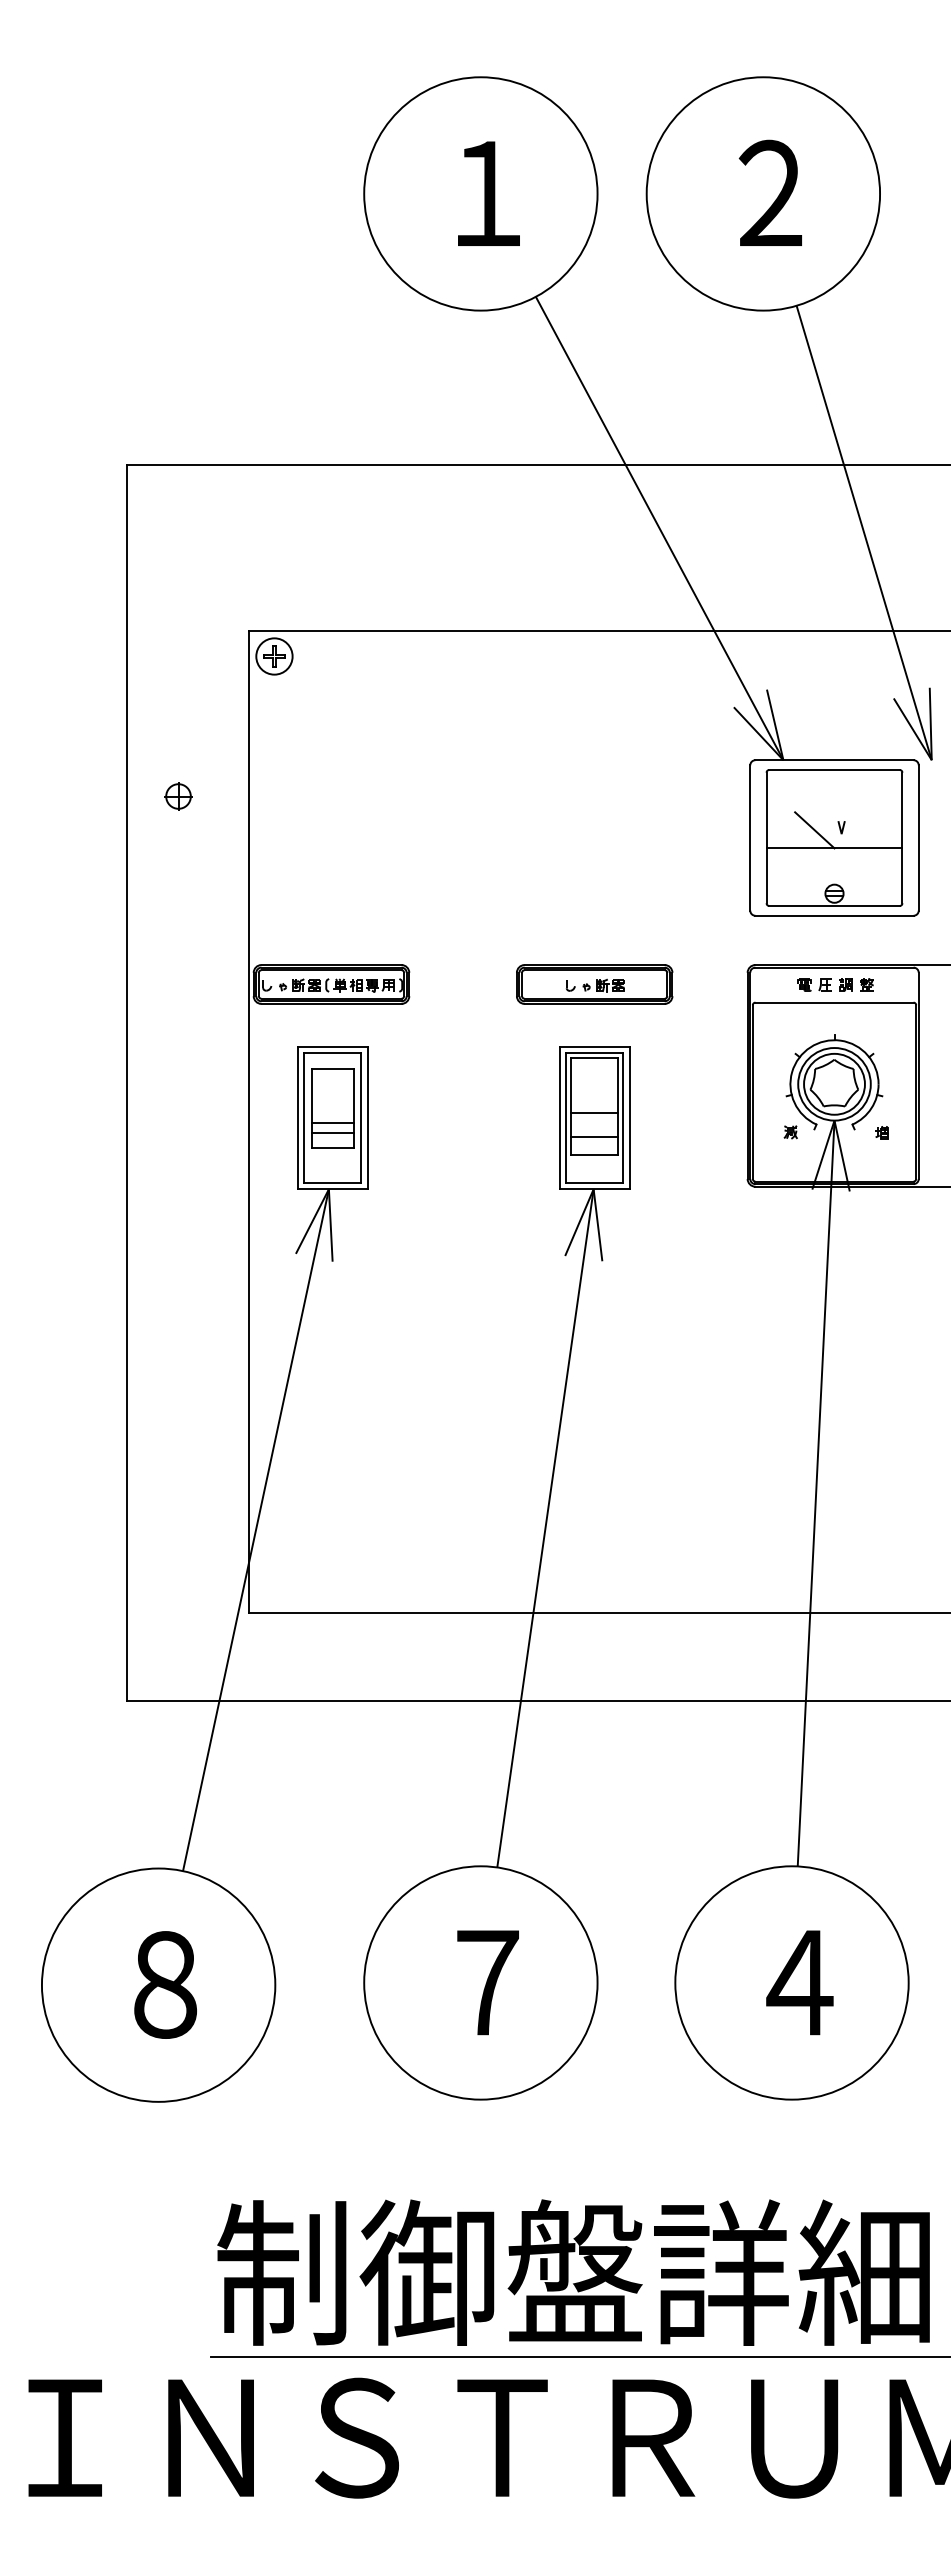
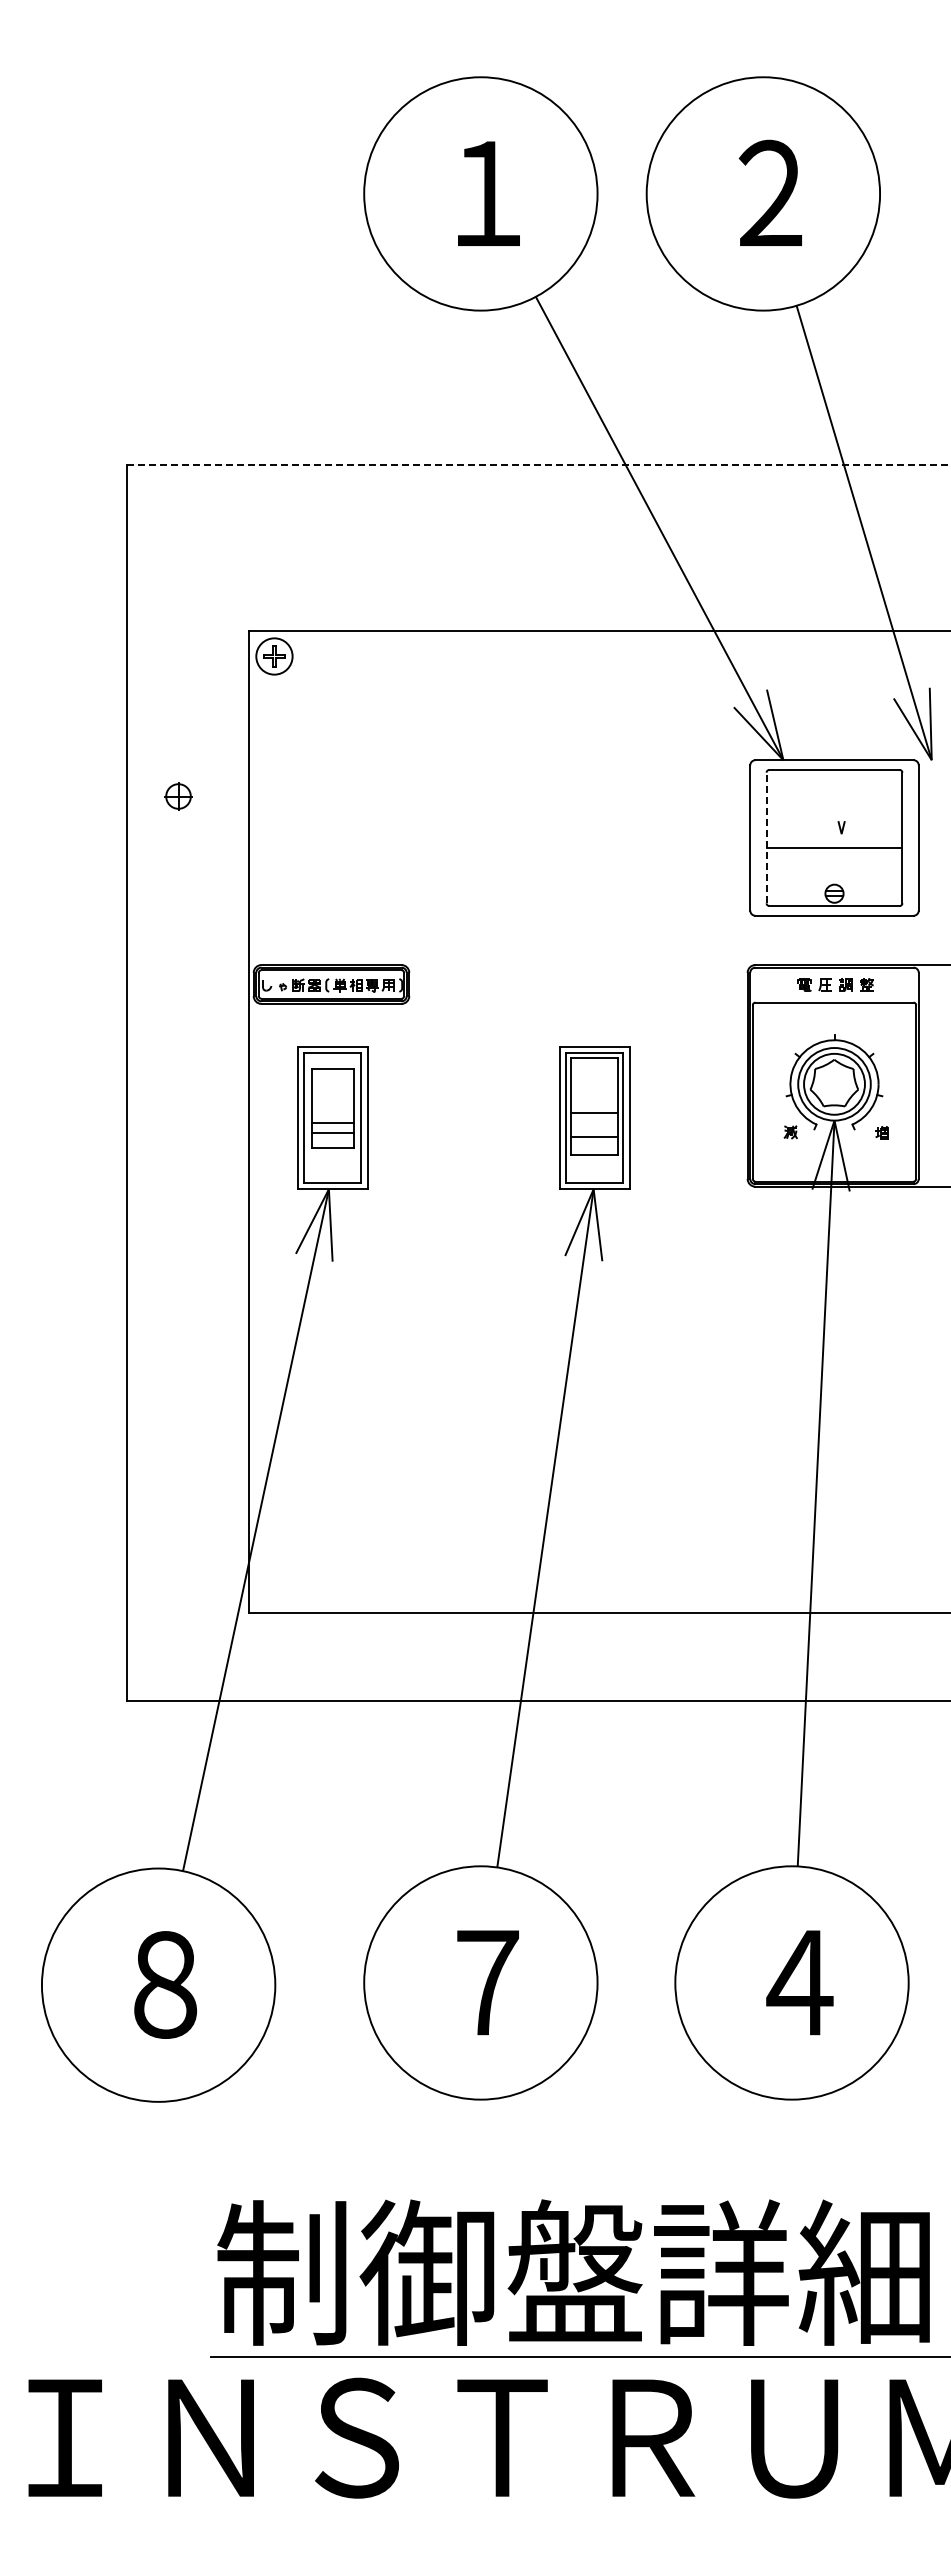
line at (538, 464): solid -> dashed
line at (814, 830): present -> none
line at (766, 837): solid -> dashed
part at (594, 984): present -> none
